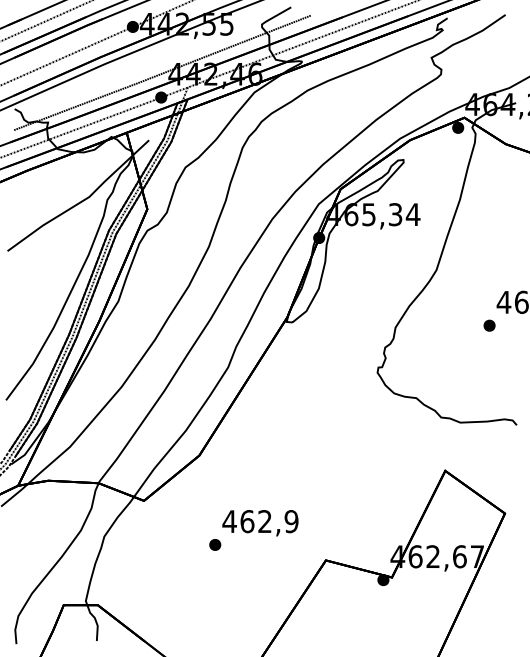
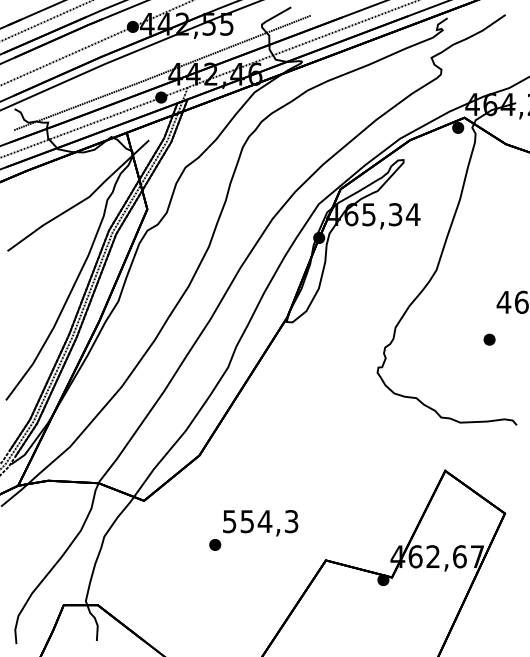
part at (489, 325) position: (489, 325) -> (489, 339)
text at (260, 521): 462,9 -> 554,3
